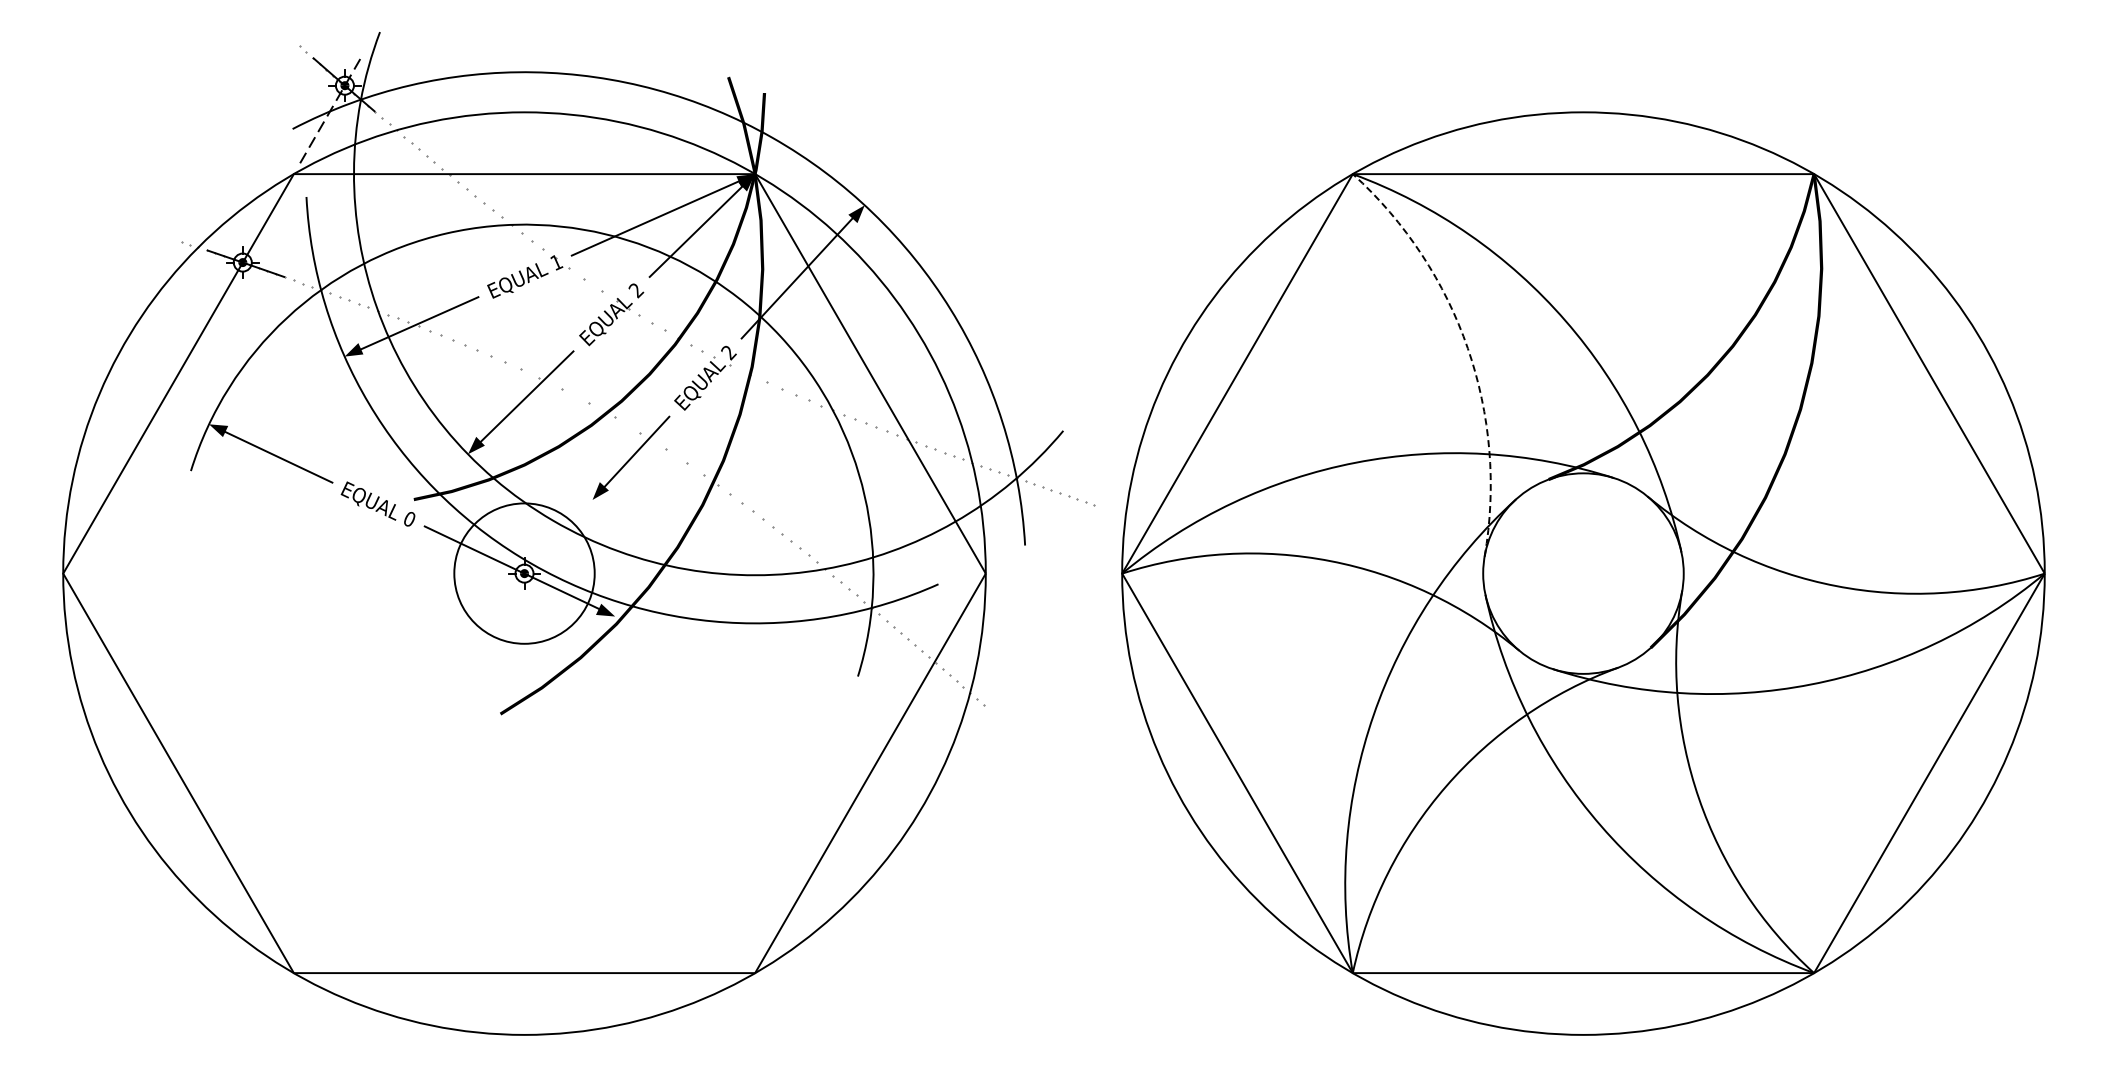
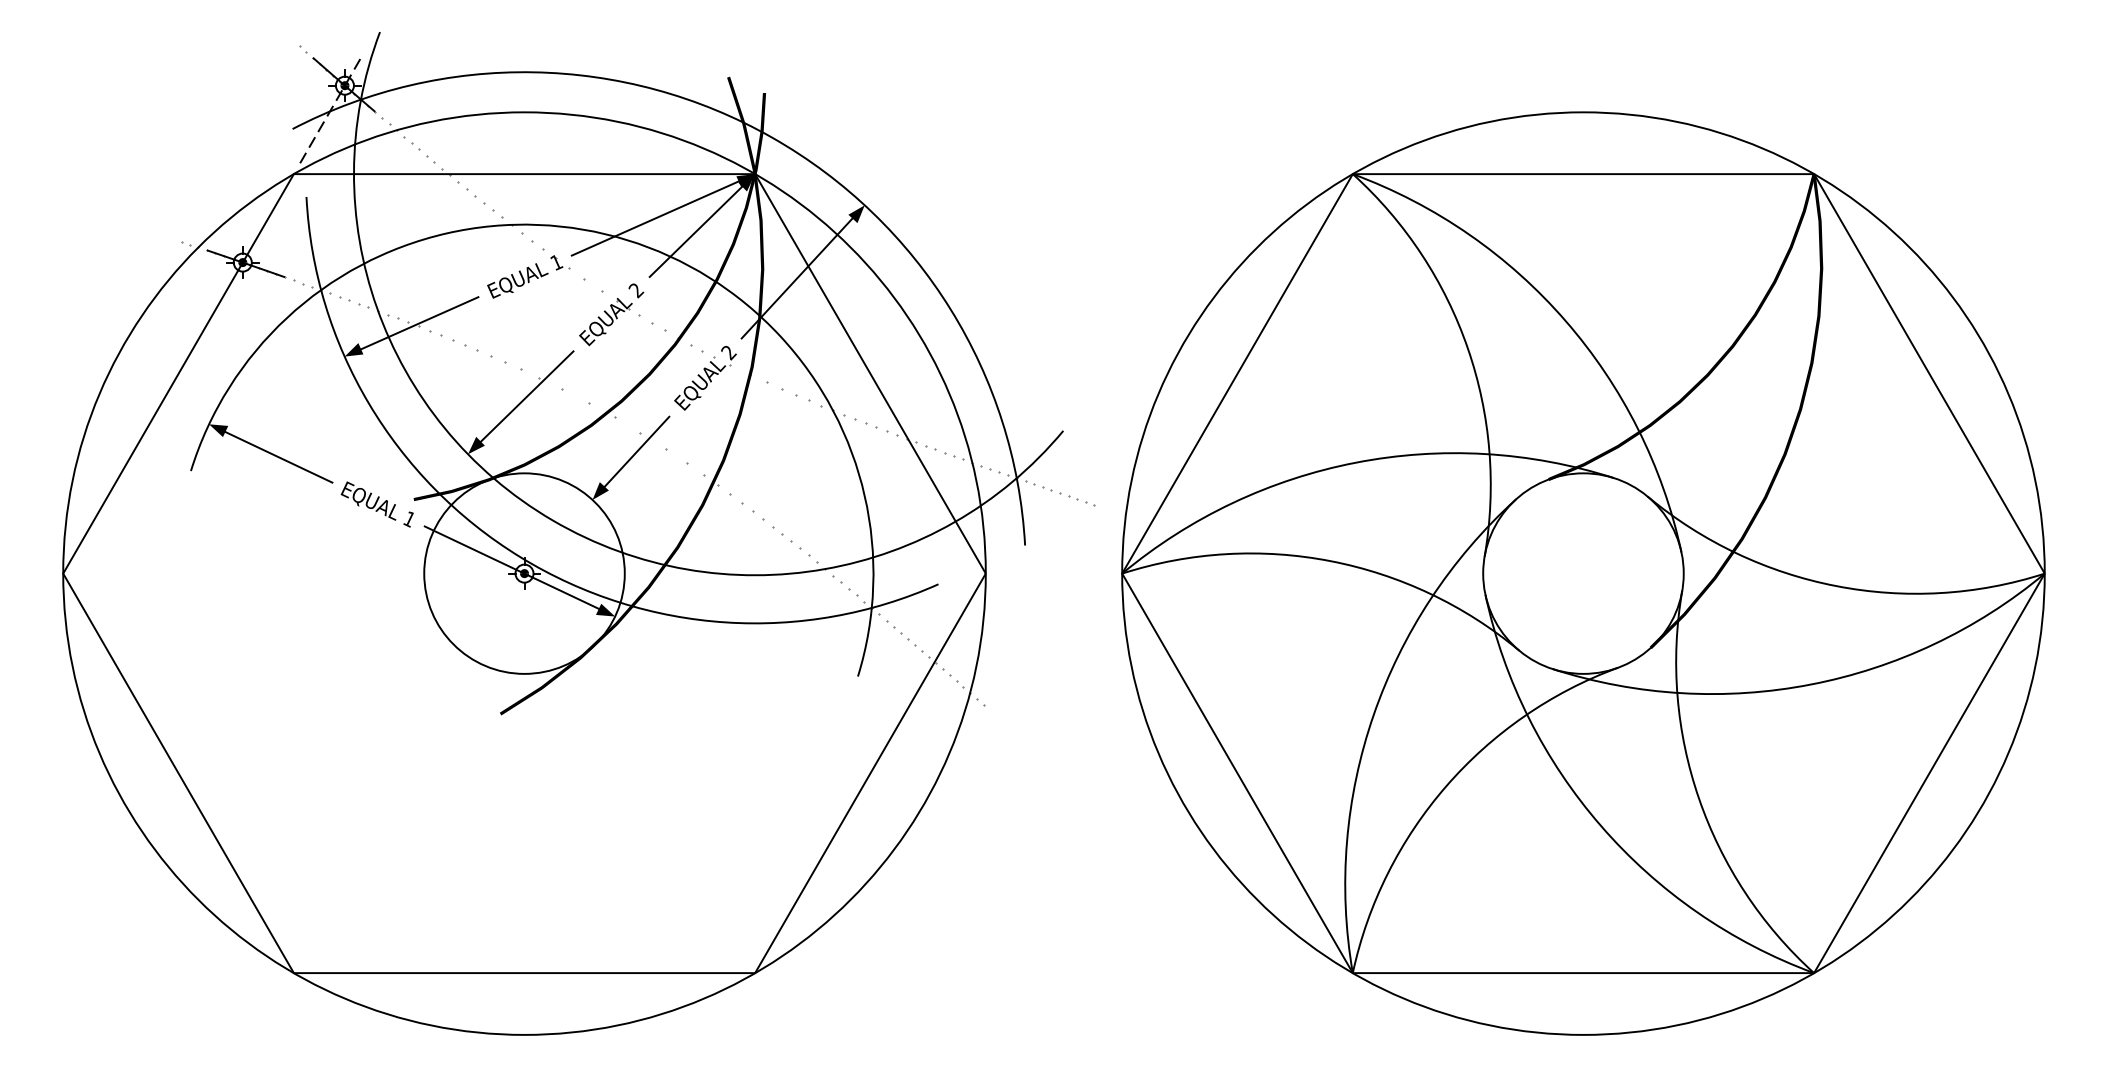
arc at (1467, 348): dashed -> solid
text at (409, 519): 0 -> 1
circle at (524, 573) diameter: 140 px -> 201 px
